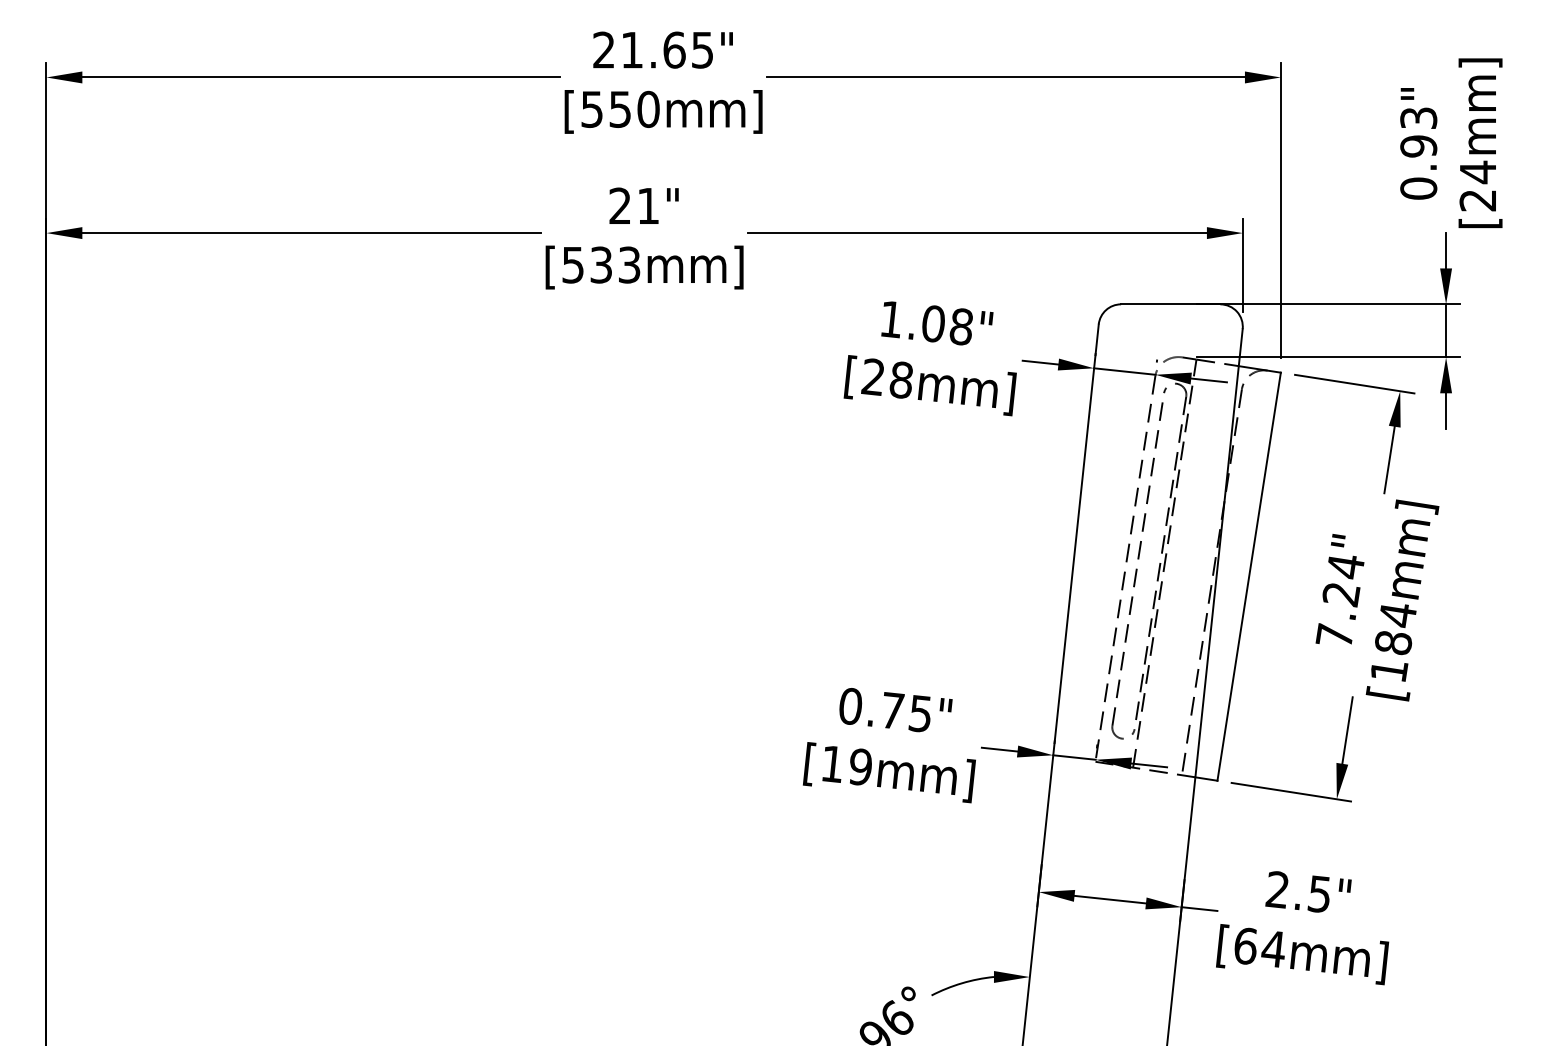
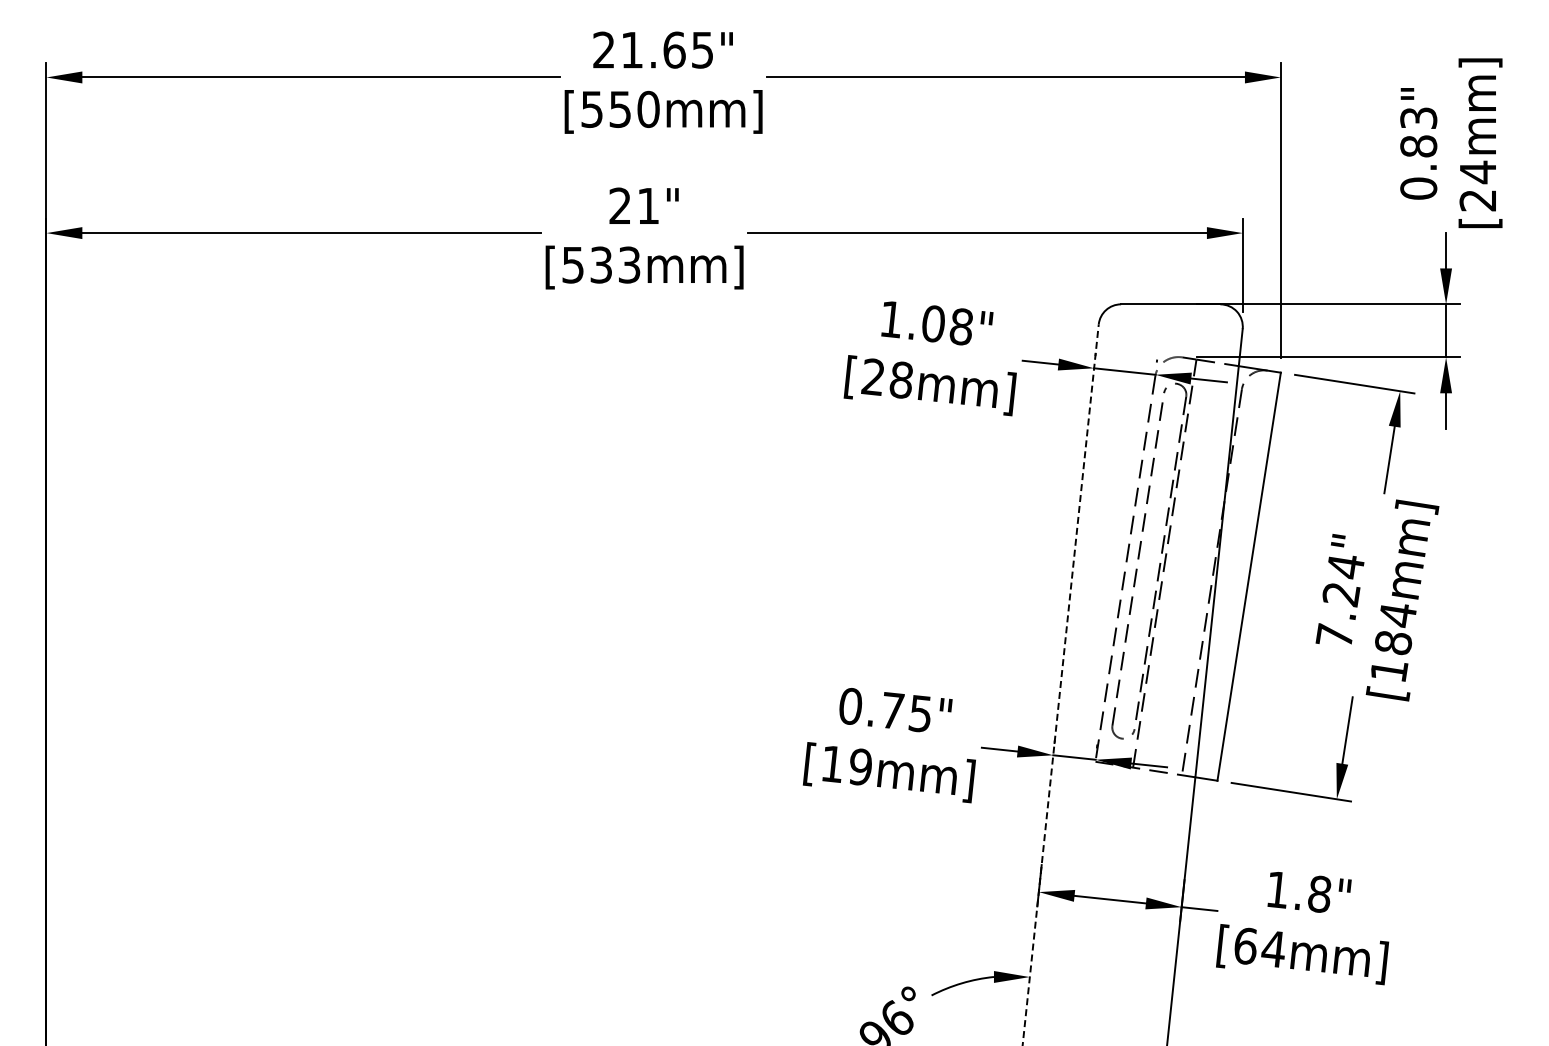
text at (1418, 146): 0.93" -> 0.83"
line at (1060, 684): solid -> dashed
text at (1298, 891): 2.5" -> 1.8"
